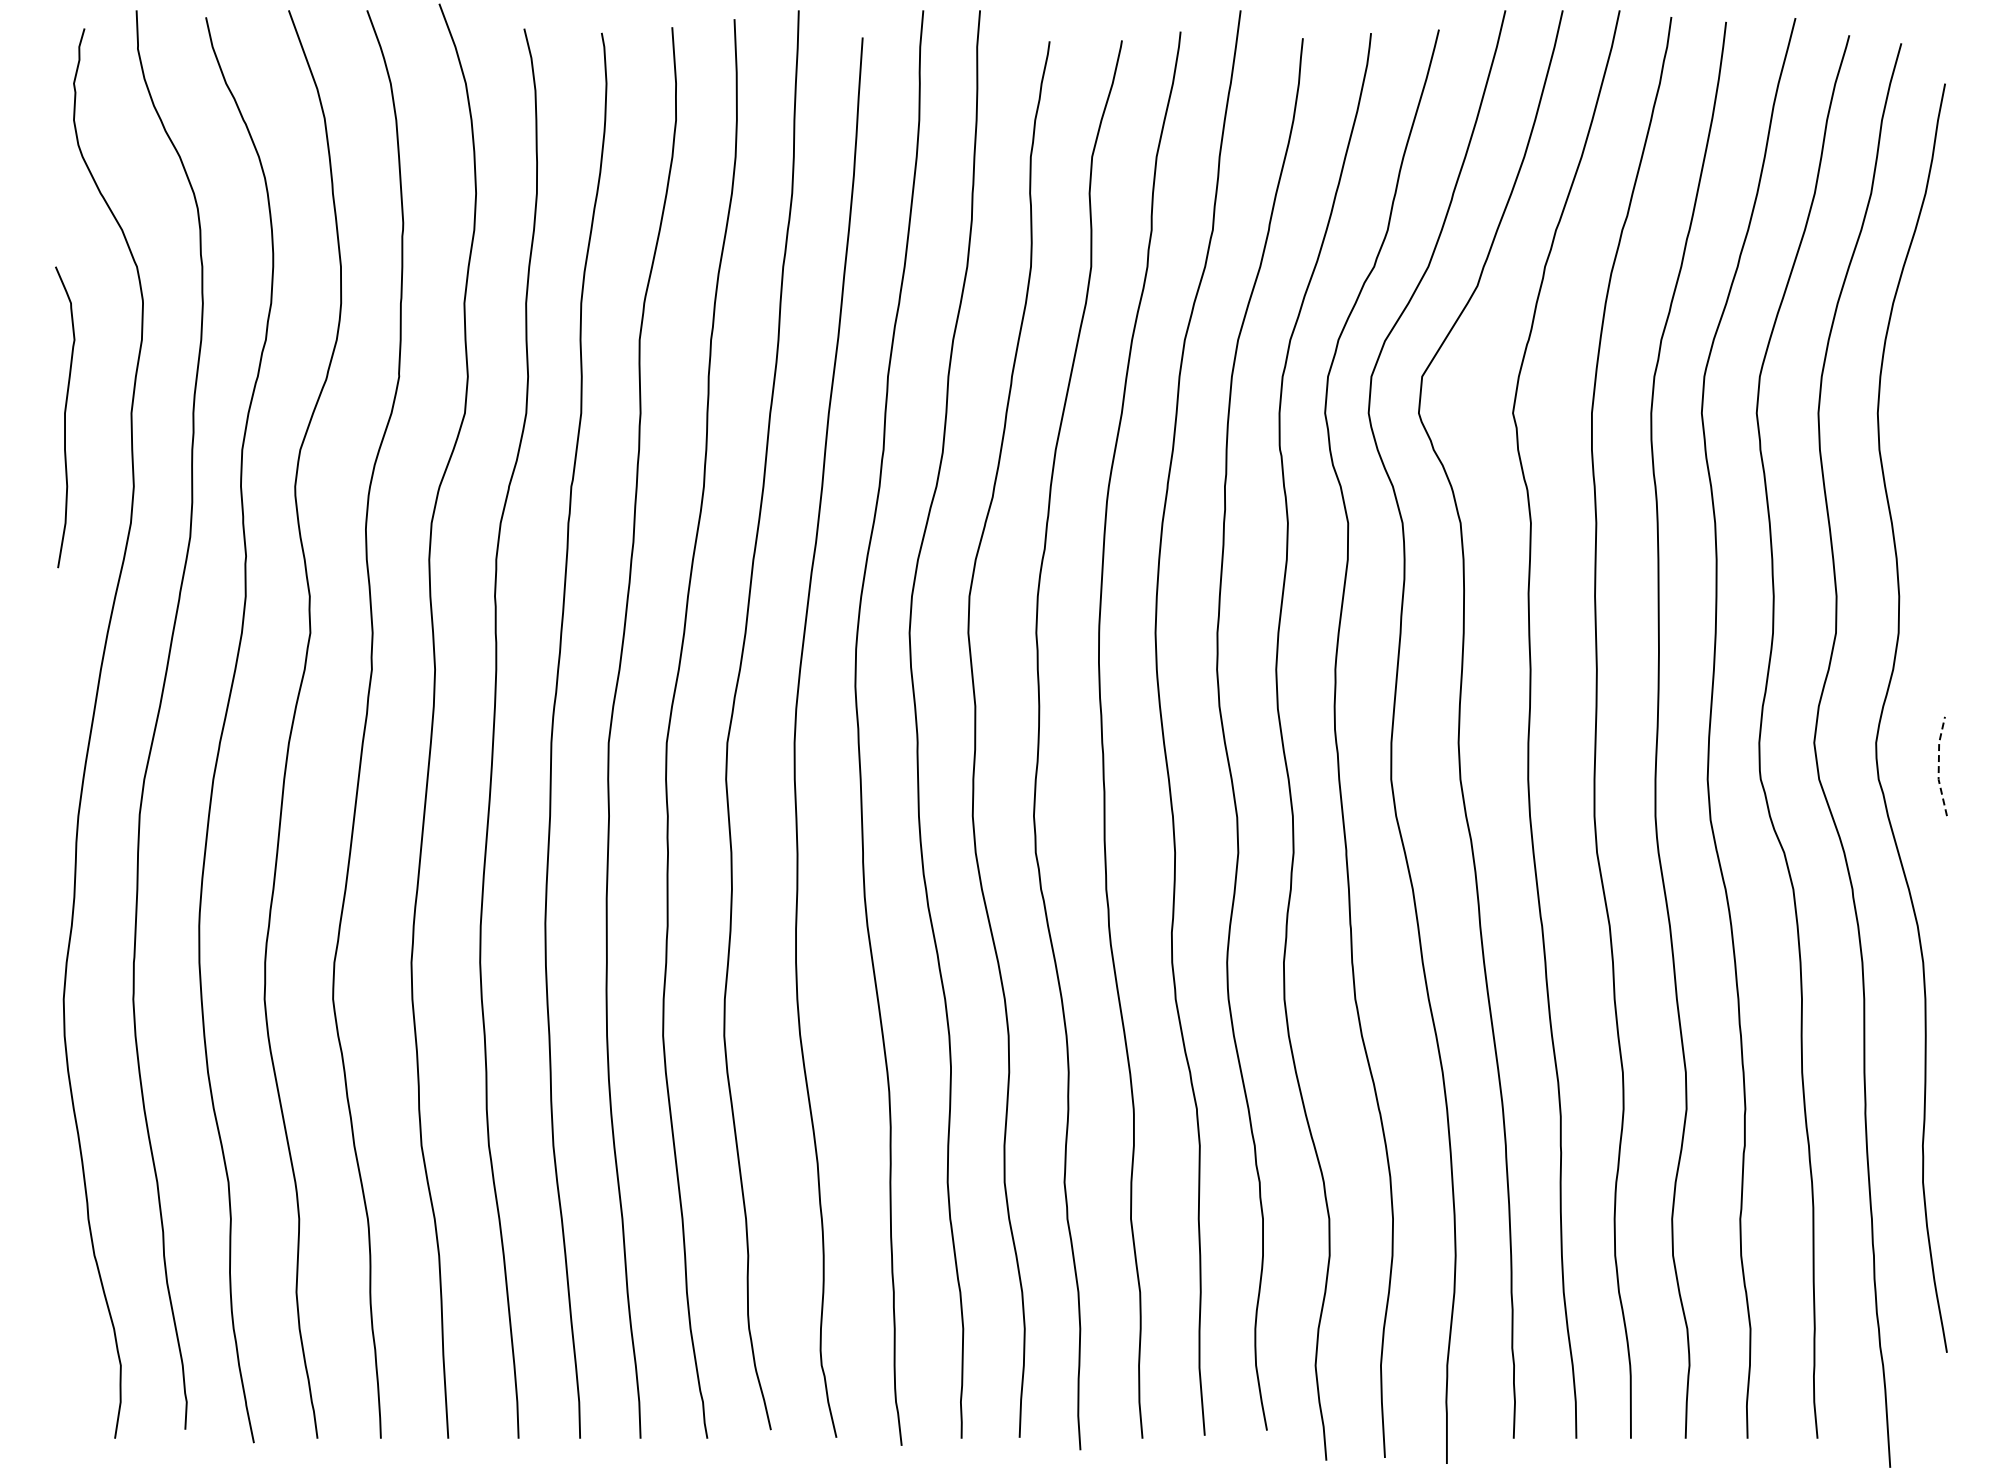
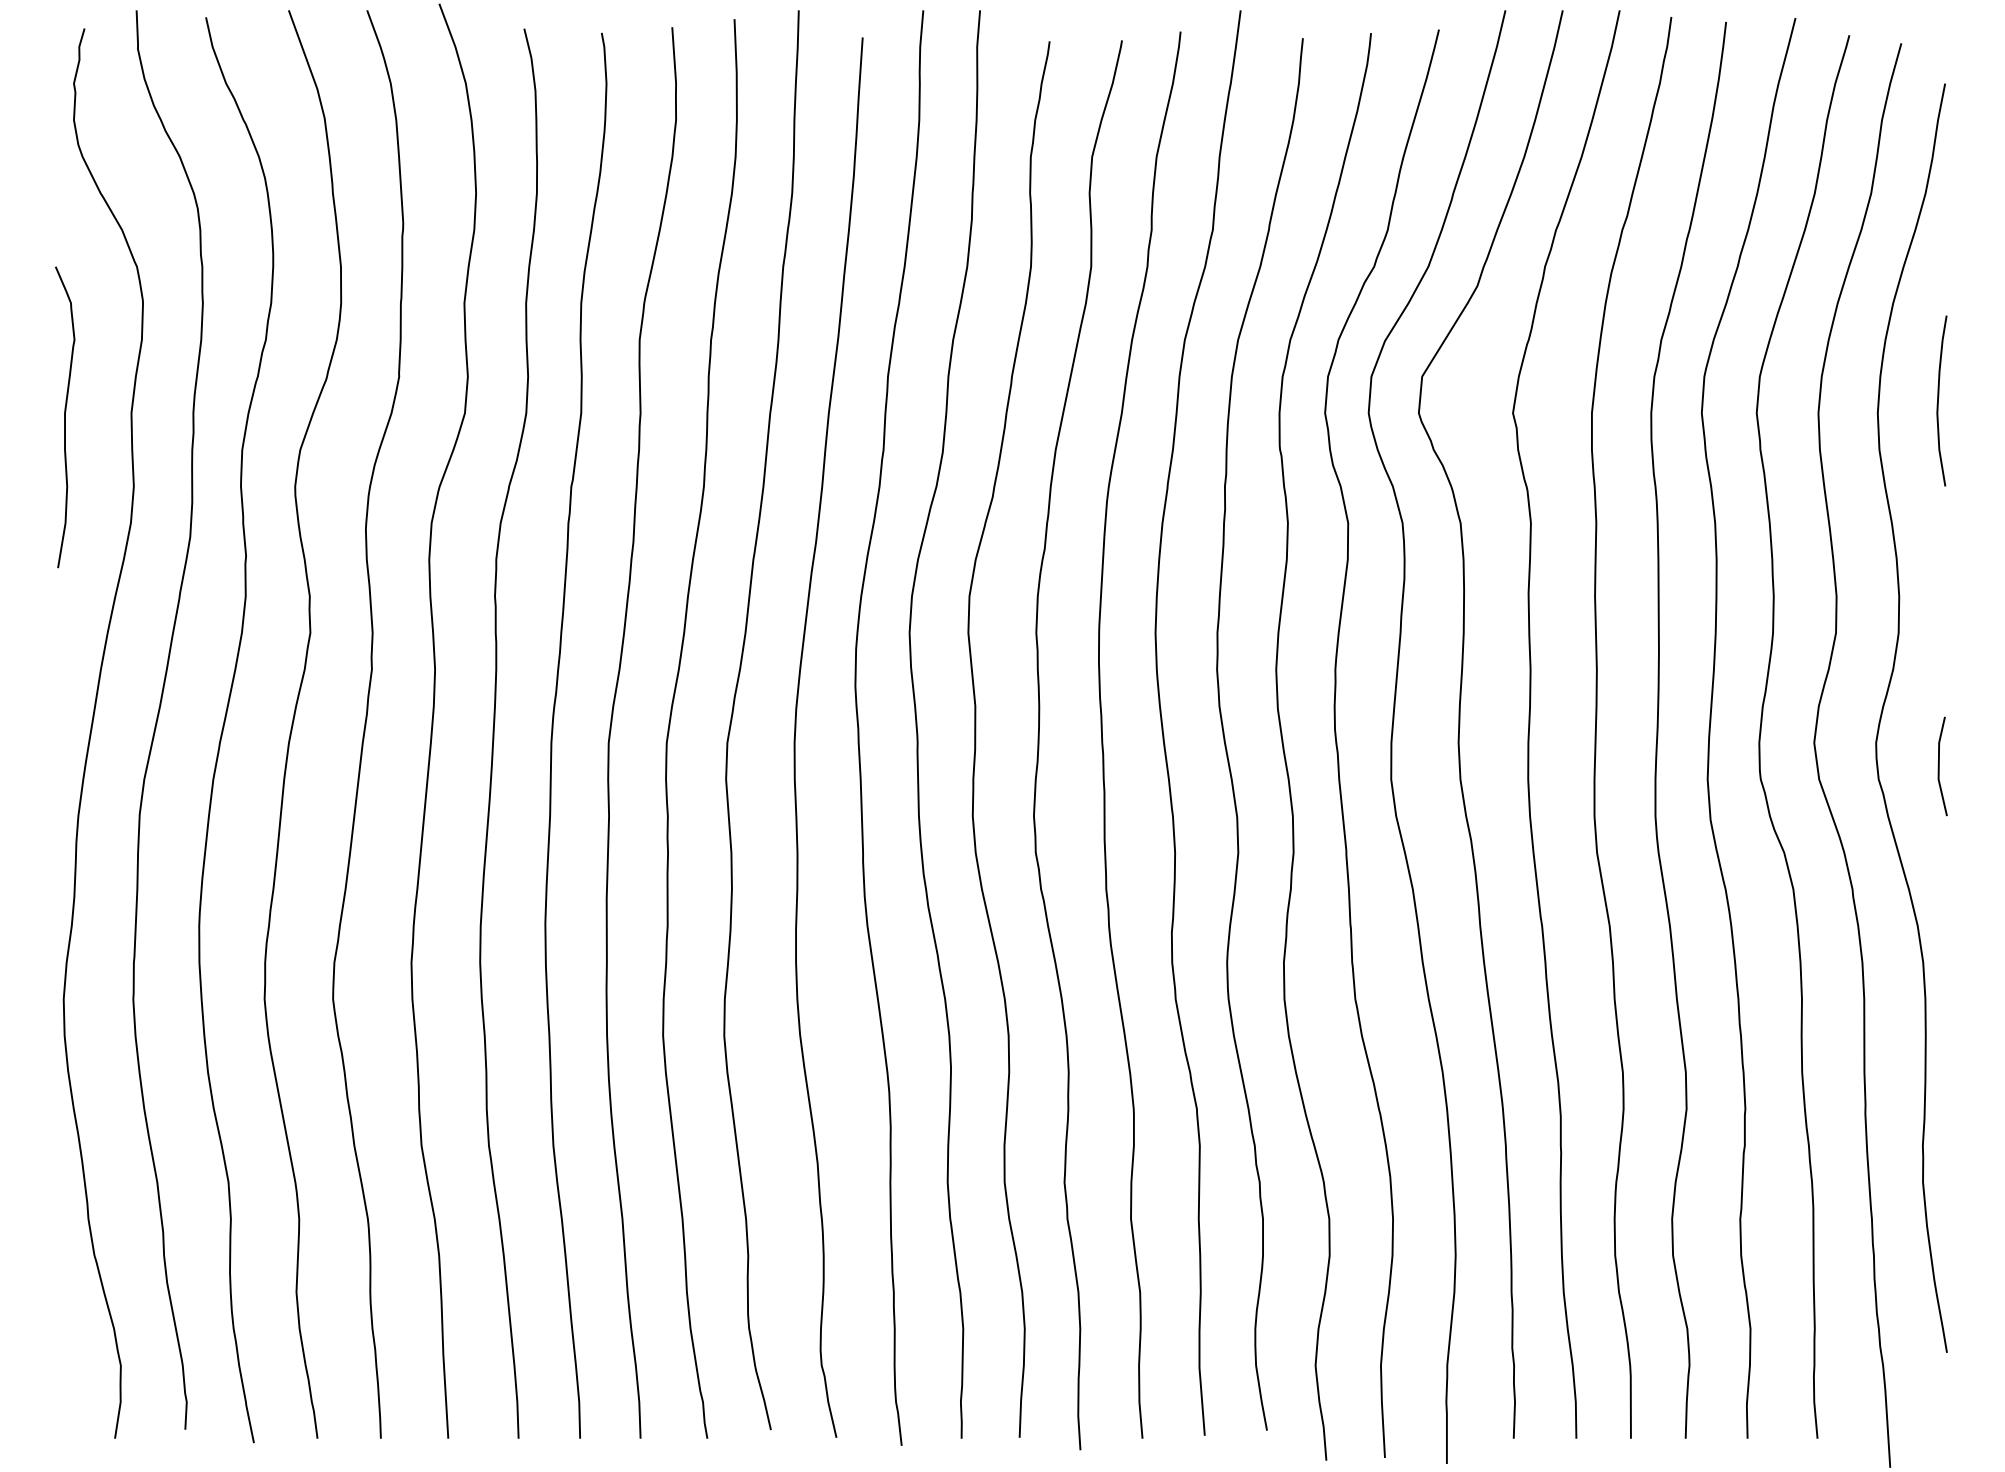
curve at (1938, 400): none -> present
line at (1938, 766): dashed -> solid
